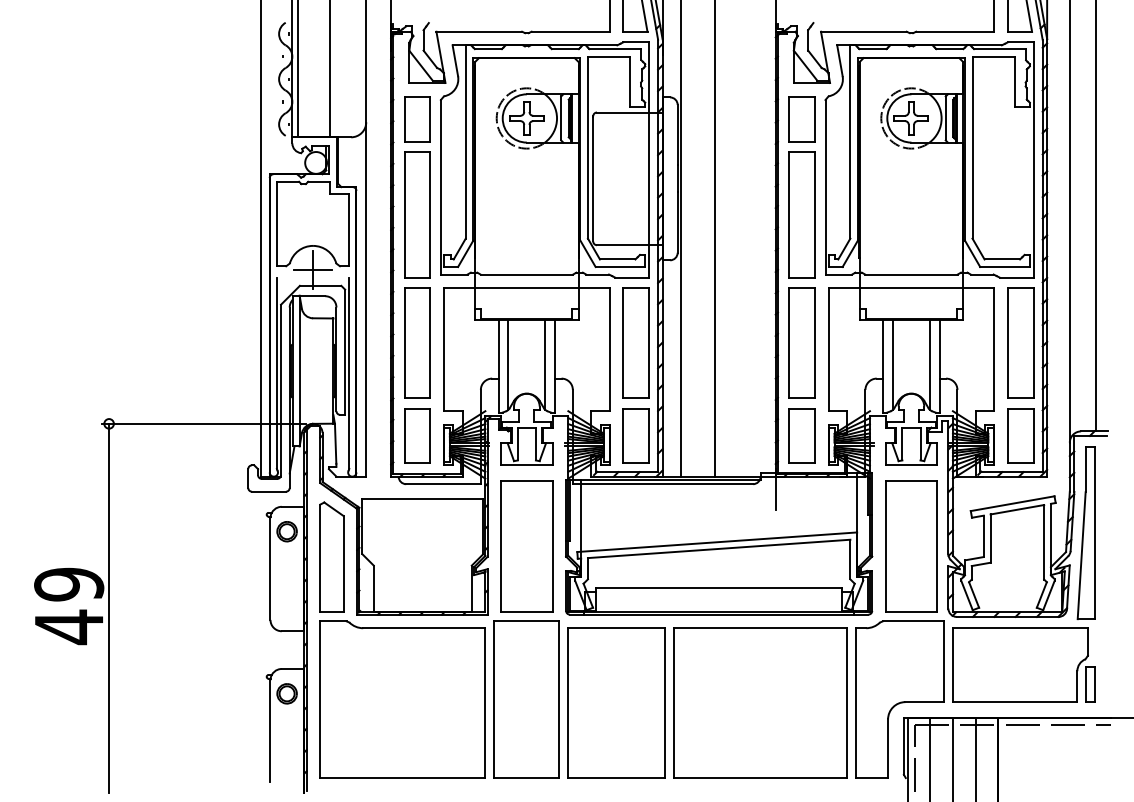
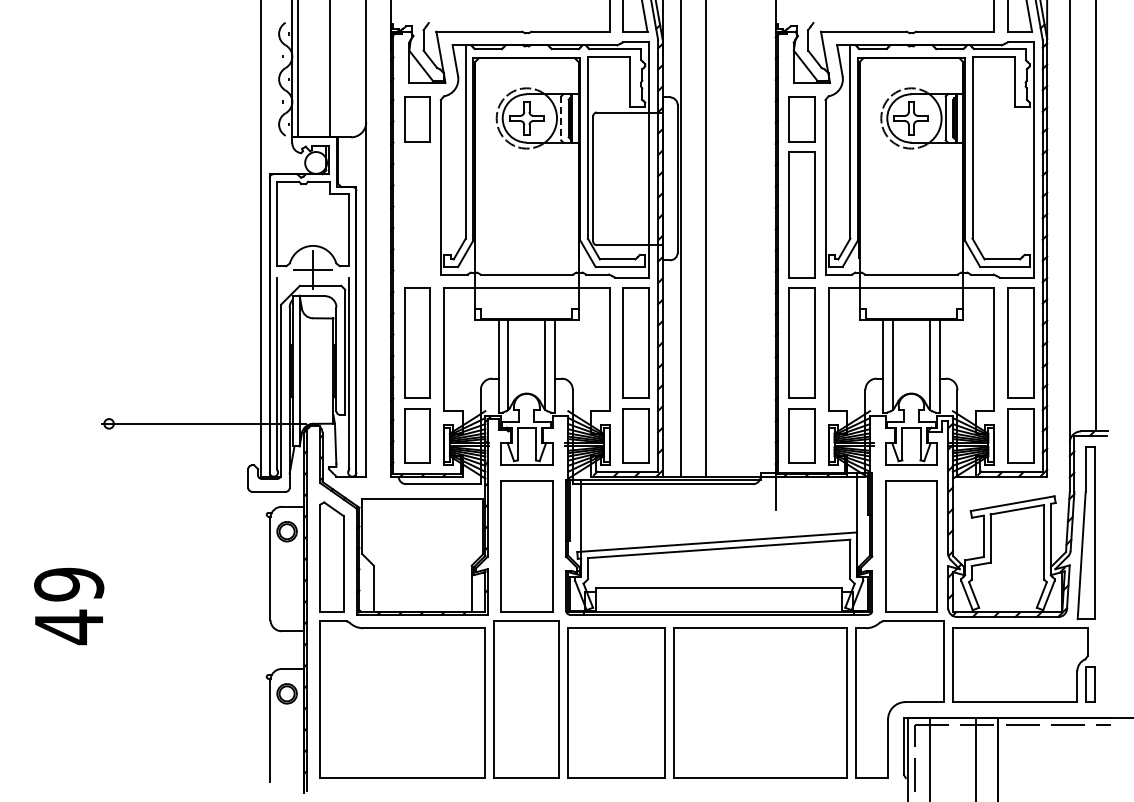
line at (561, 118): solid -> dashed
part at (417, 214): present -> none
line at (715, 239) position: (715, 239) -> (706, 239)
line at (109, 608): present -> none
line at (952, 757): present -> none
